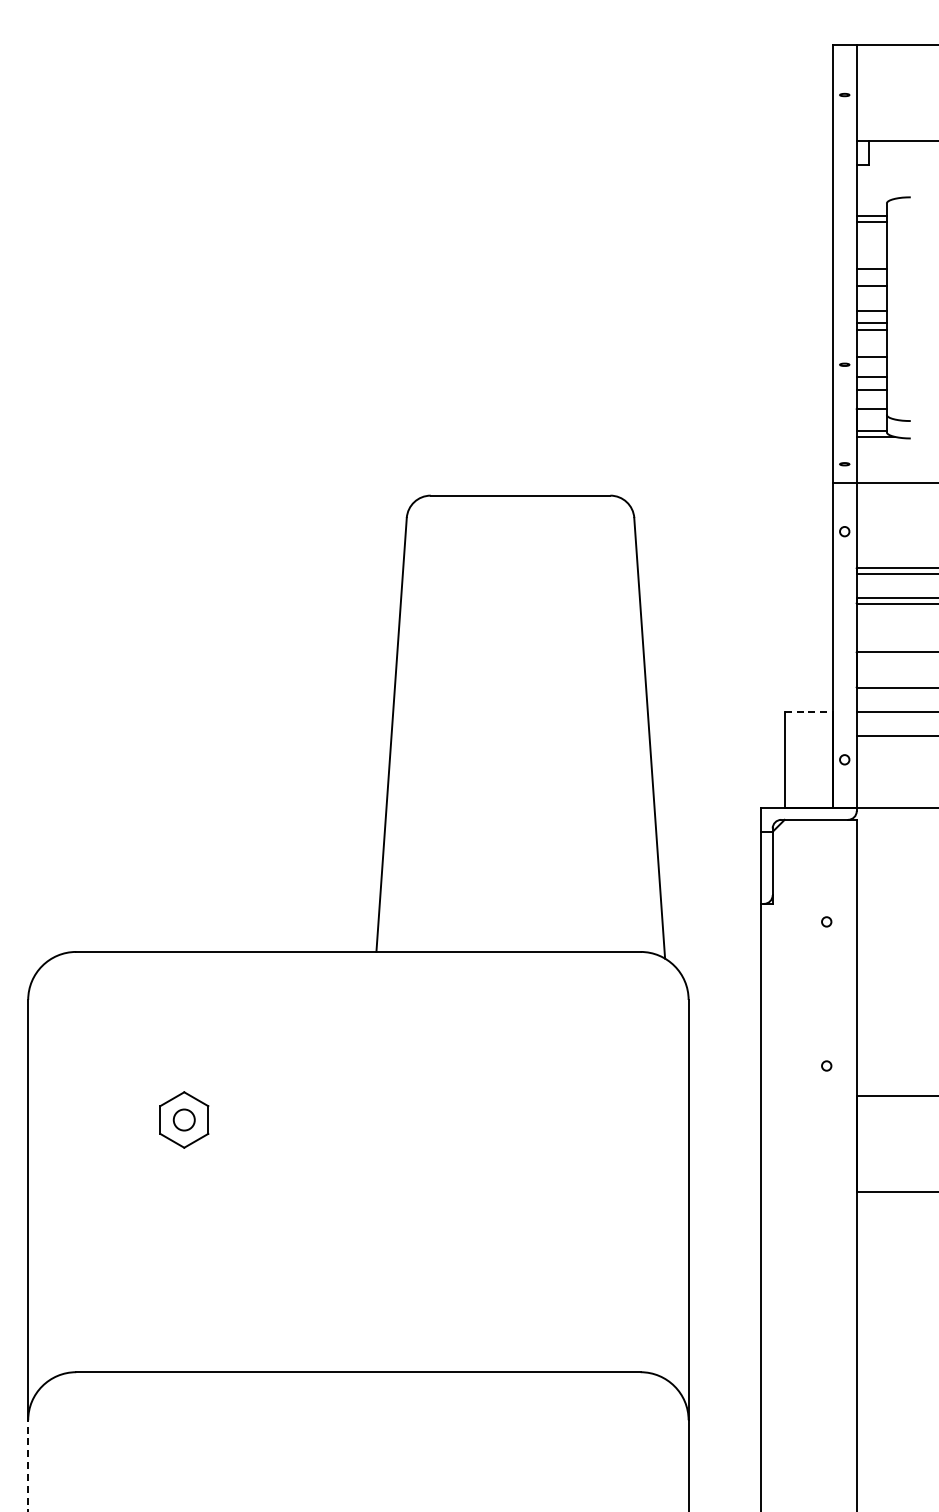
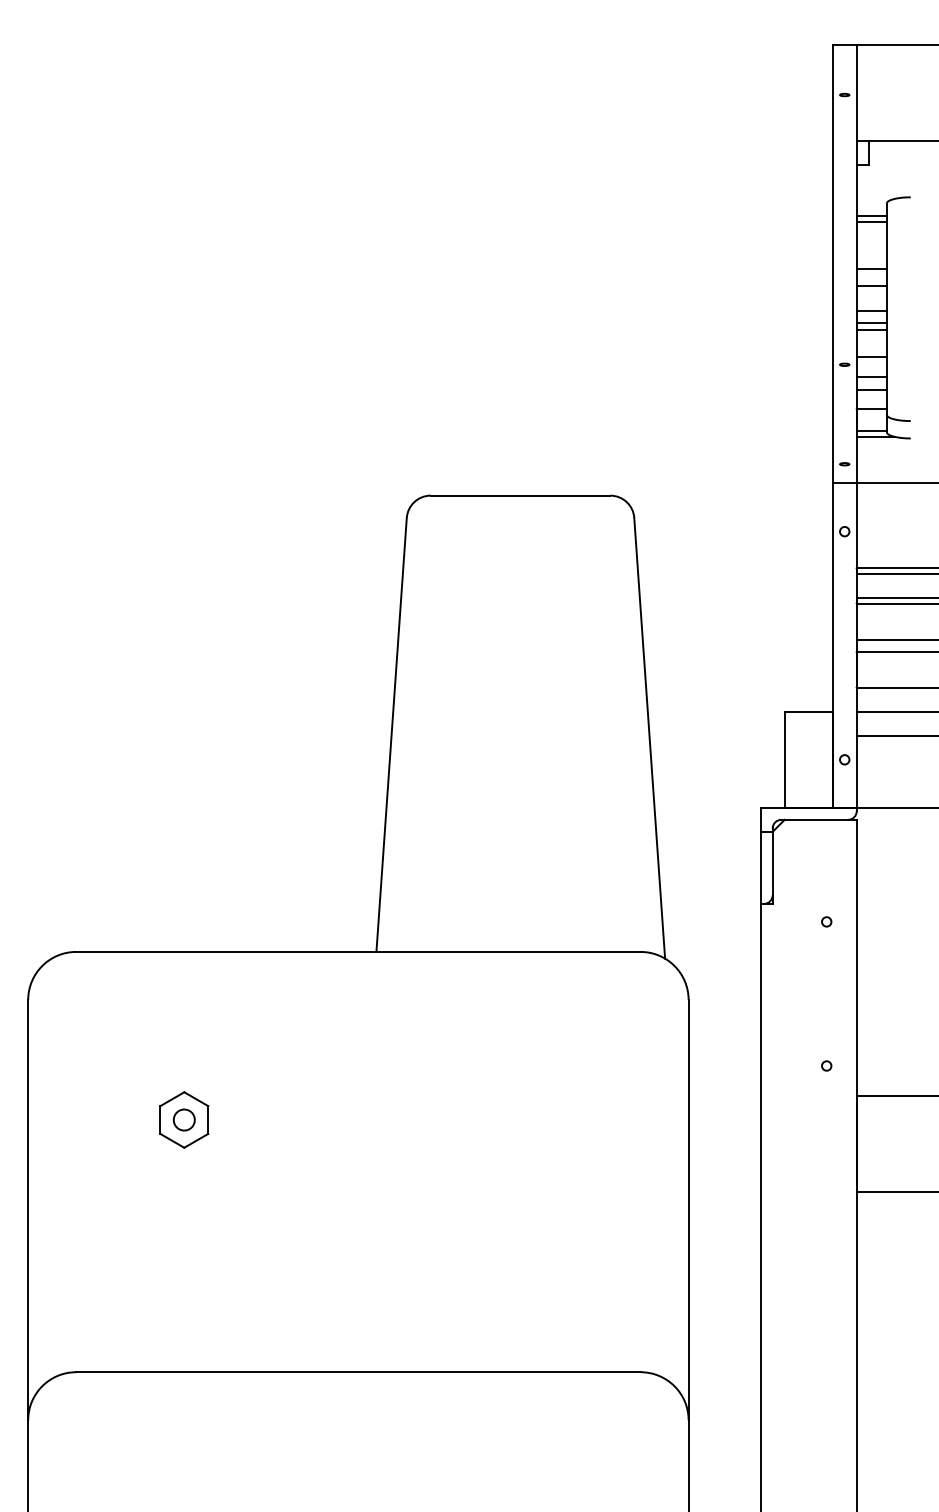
line at (895, 639): none -> present
line at (809, 711): dashed -> solid
line at (28, 1465): dashed -> solid
